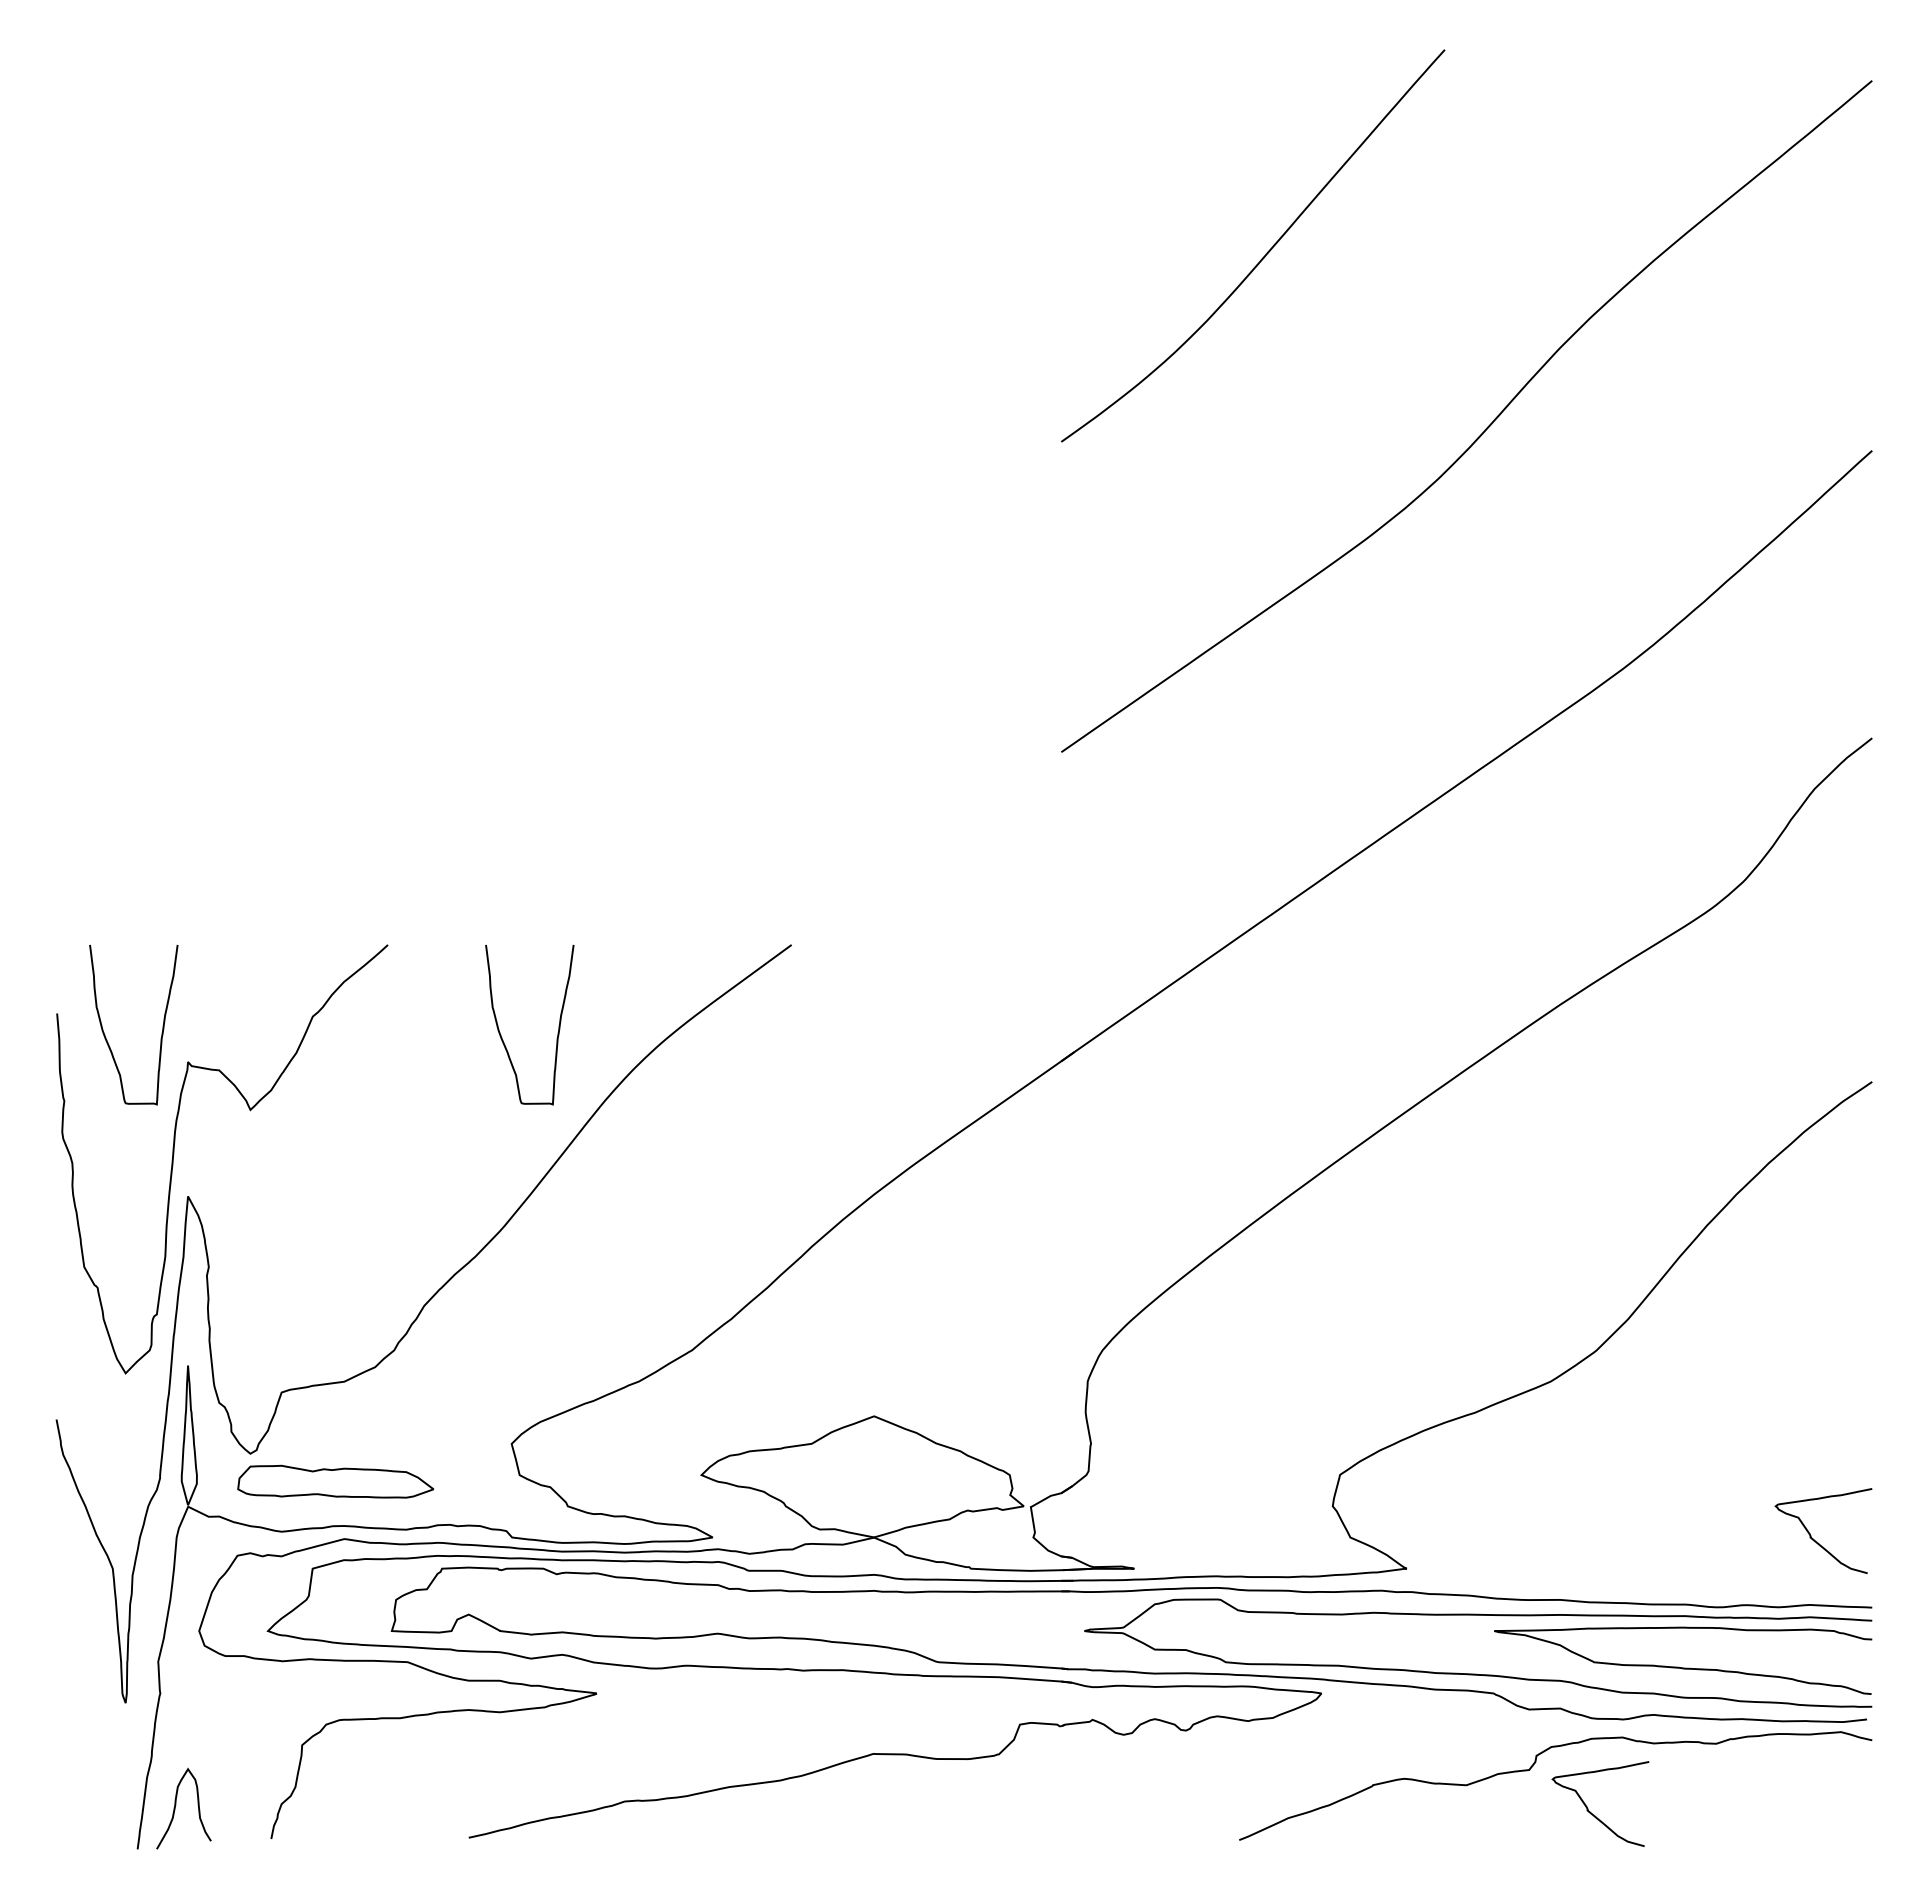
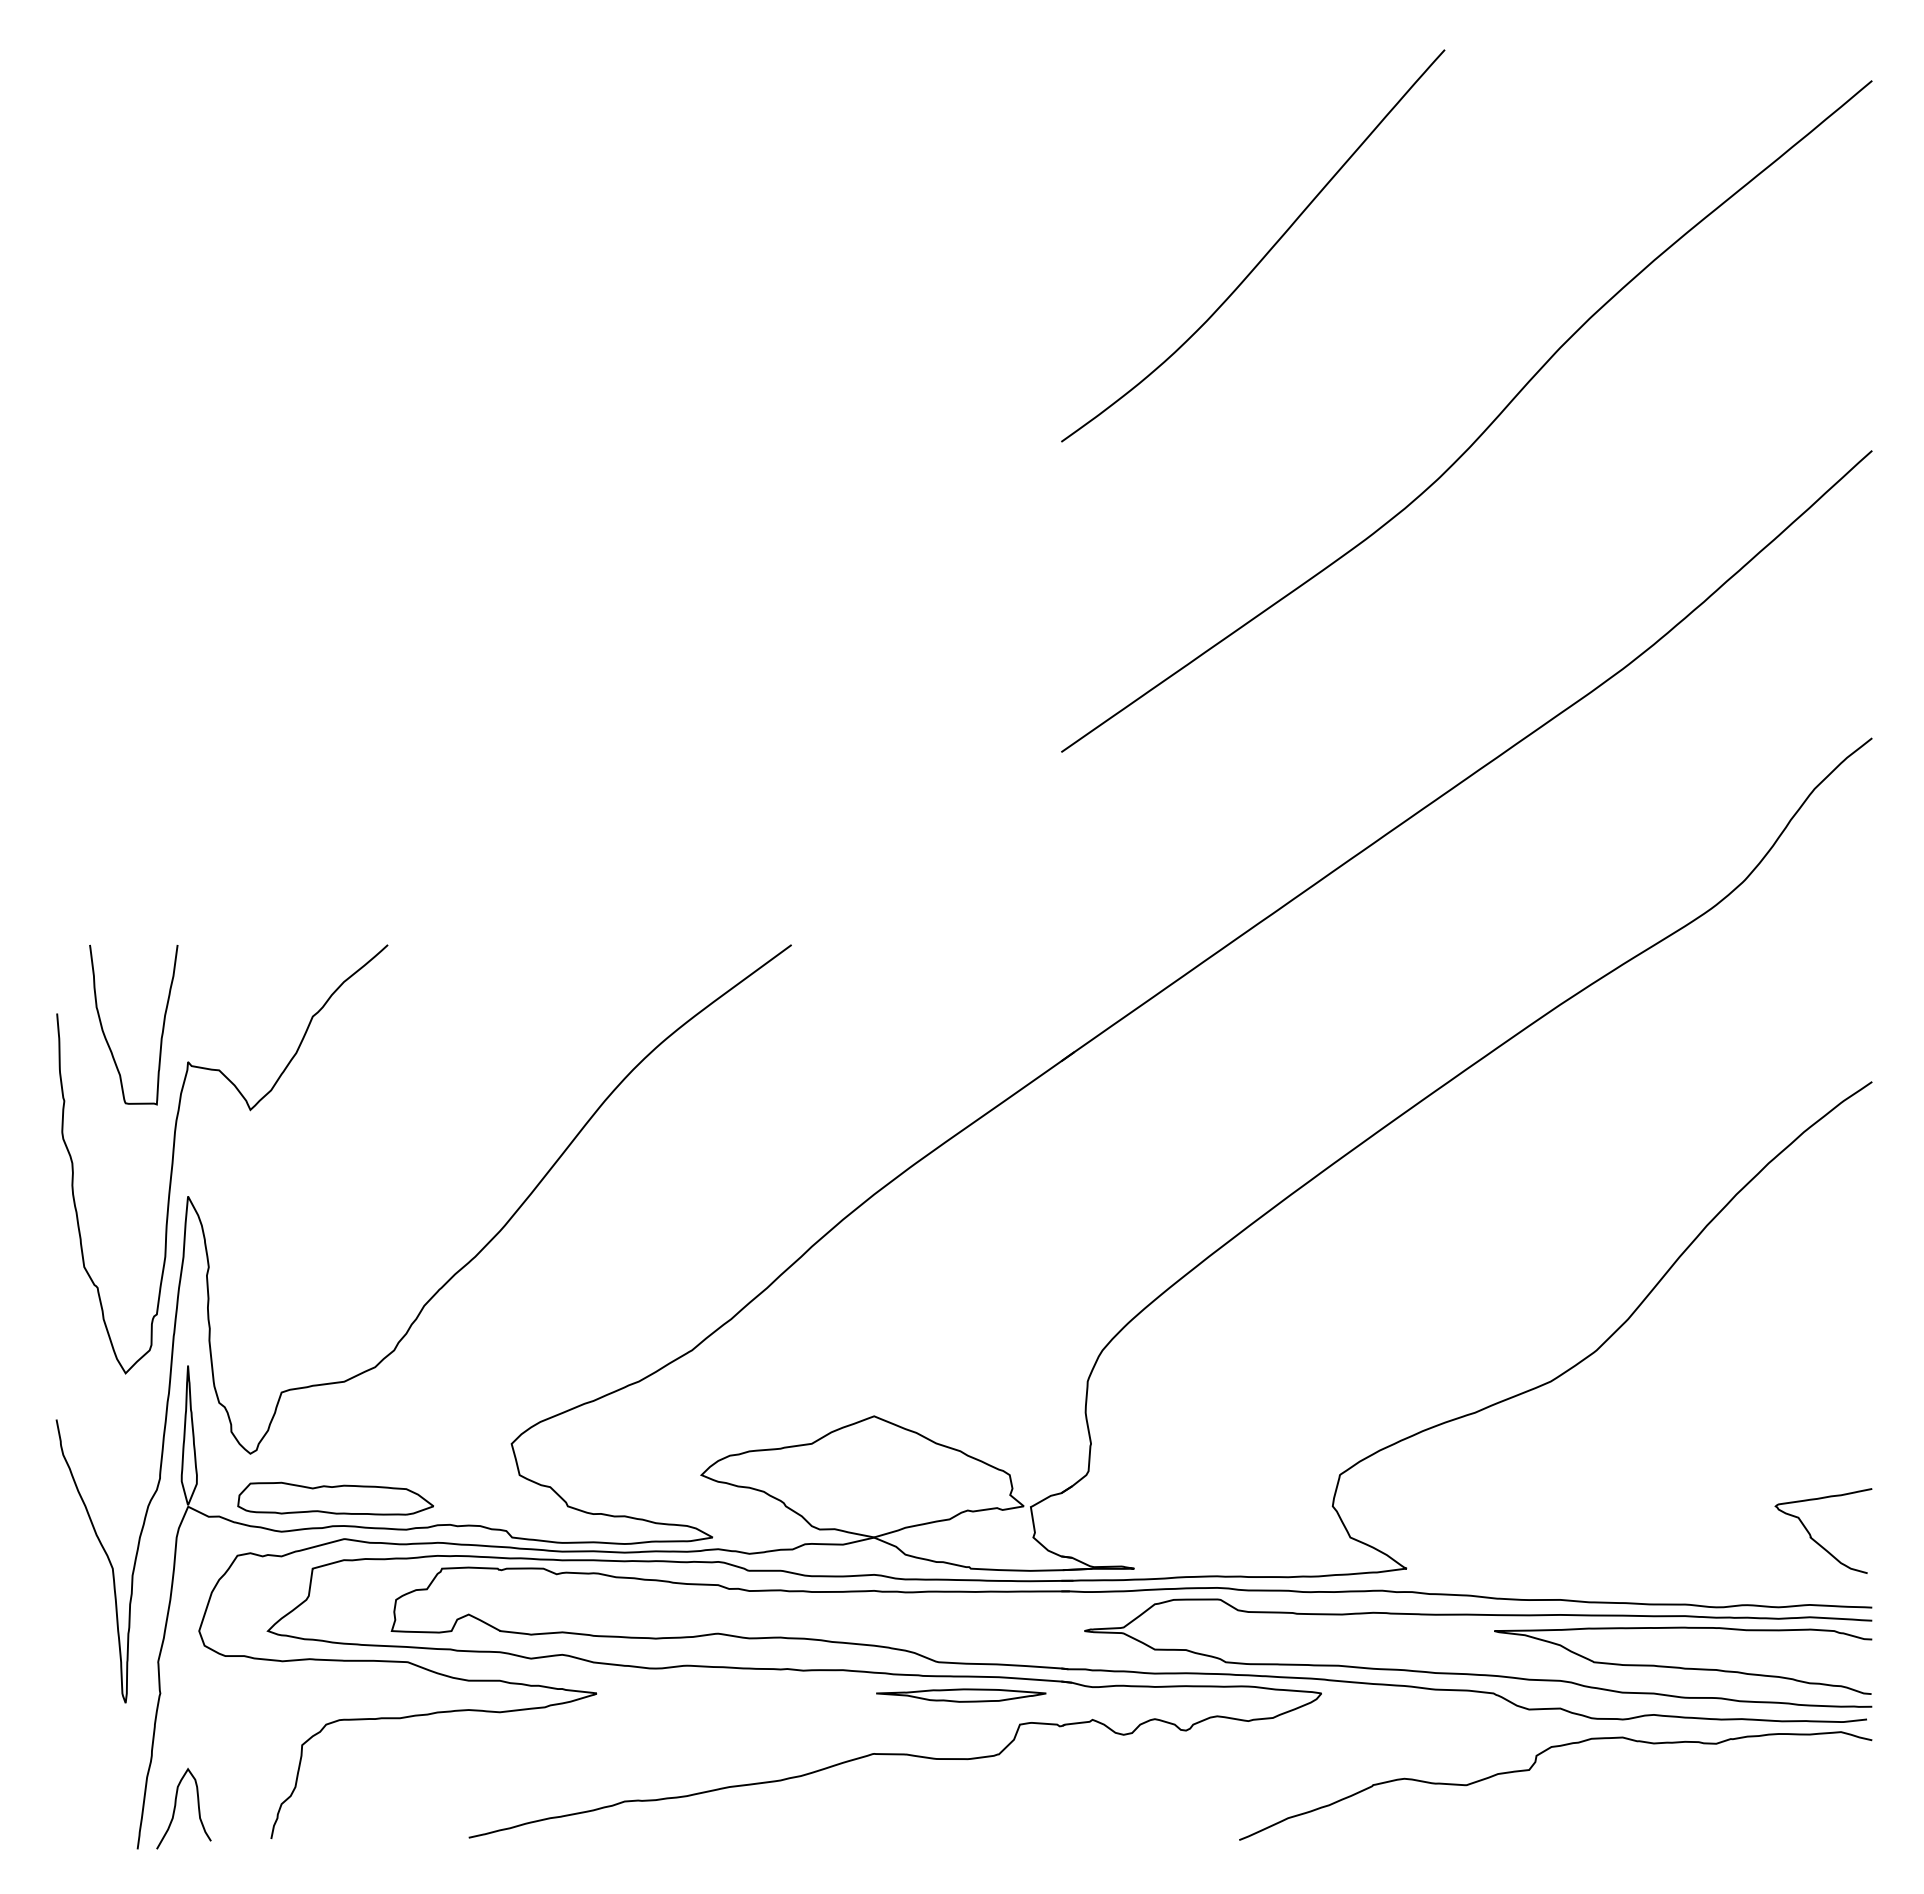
curve at (558, 1025): present -> none
part at (335, 1481) position: (335, 1481) -> (335, 1498)
part at (961, 1695): none -> present
curve at (1591, 1812): present -> none
